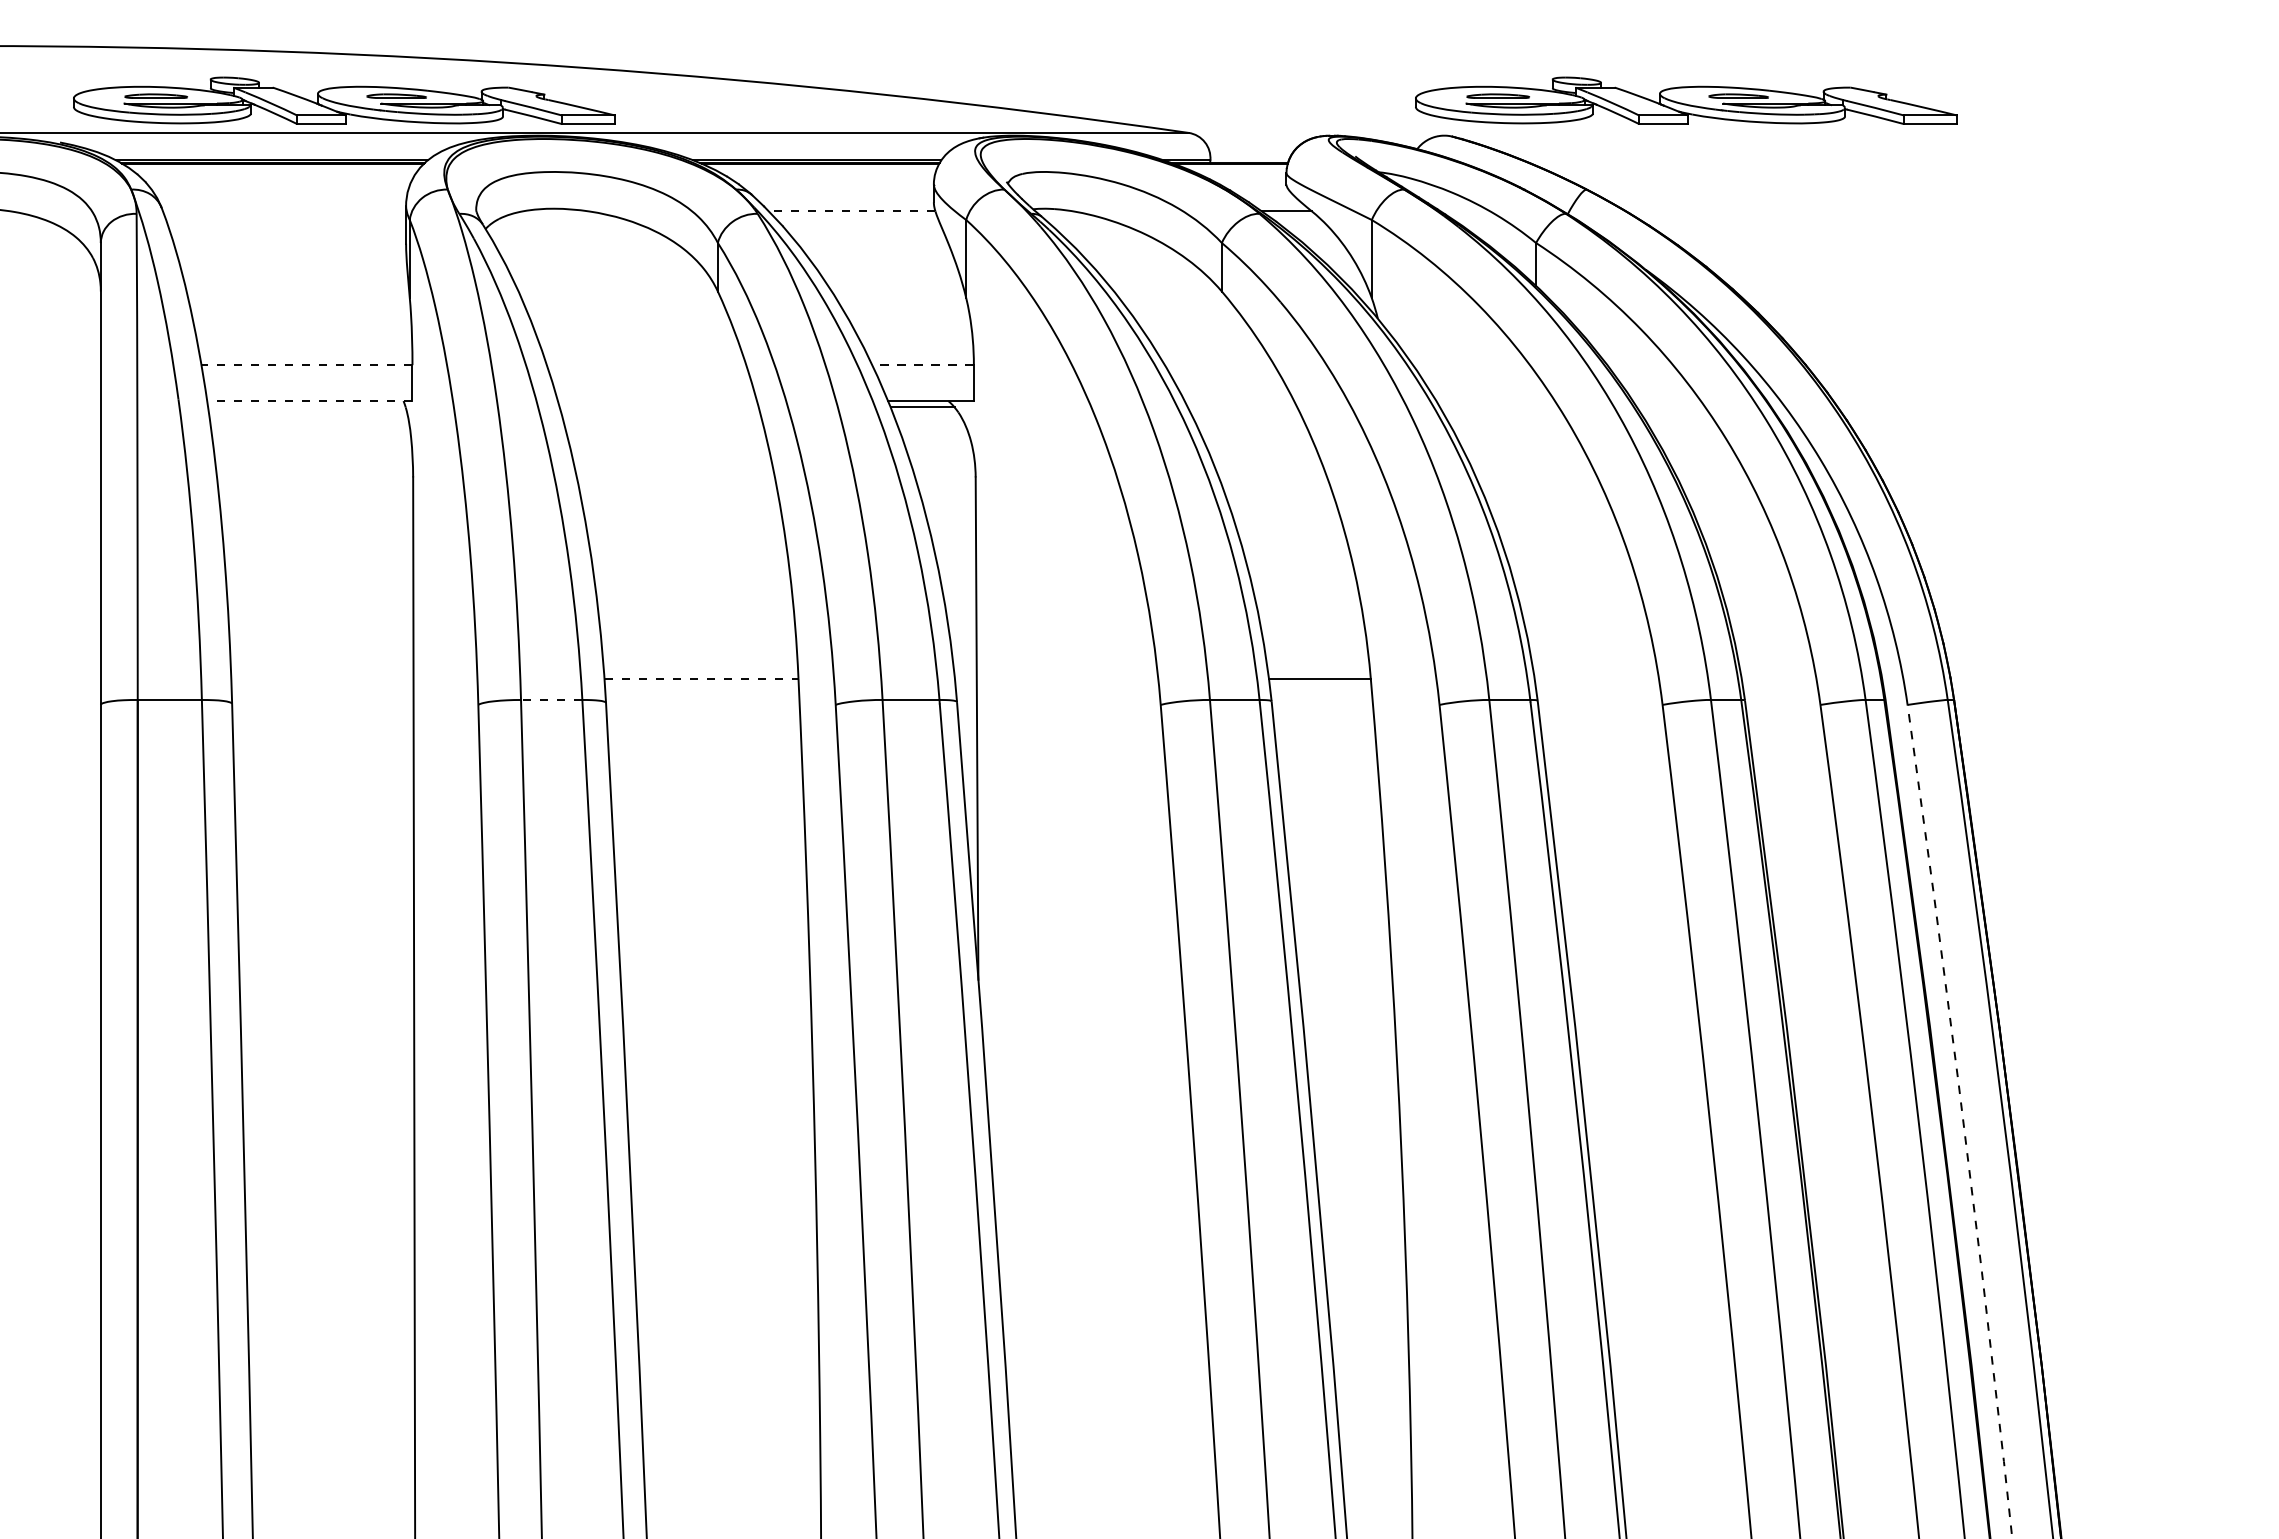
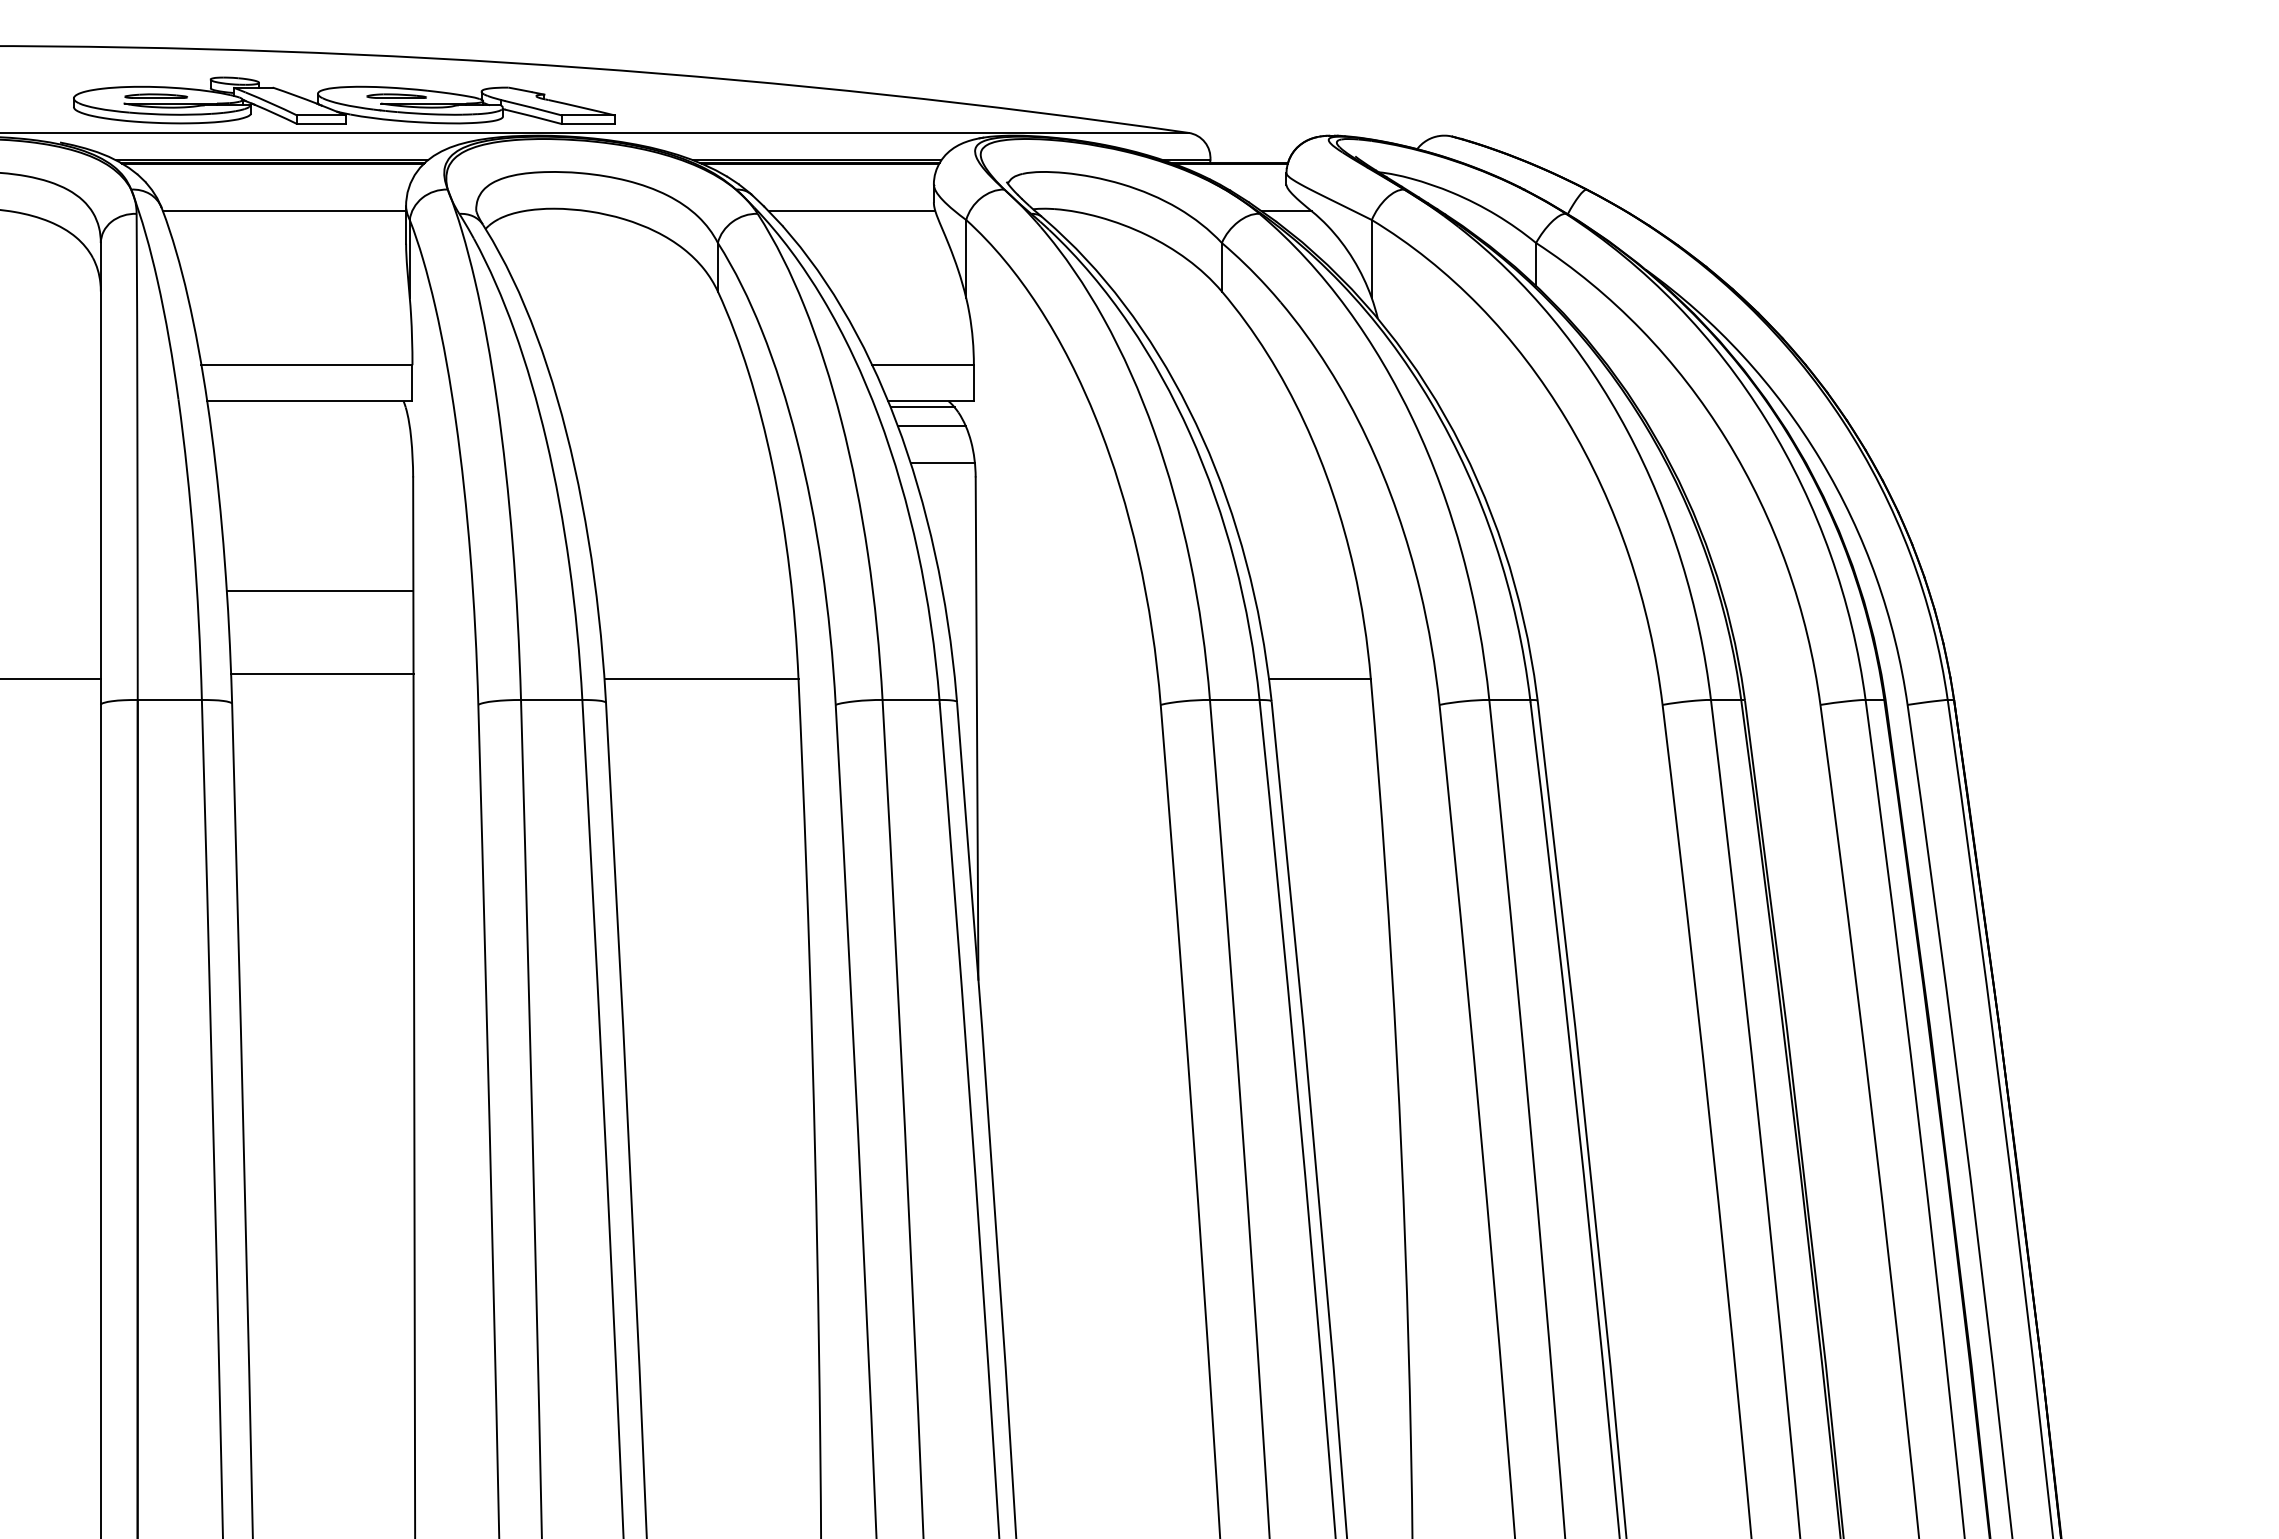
part at (1686, 100): present -> none
line at (284, 211): none -> present
line at (851, 211): dashed -> solid
line at (306, 365): dashed -> solid
line at (923, 365): dashed -> solid
line at (309, 401): dashed -> solid
line at (931, 426): none -> present
line at (942, 462): none -> present
line at (319, 591): none -> present
line at (322, 674): none -> present
line at (51, 678): none -> present
line at (701, 678): dashed -> solid
line at (551, 699): dashed -> solid
arc at (1963, 1121): dashed -> solid
